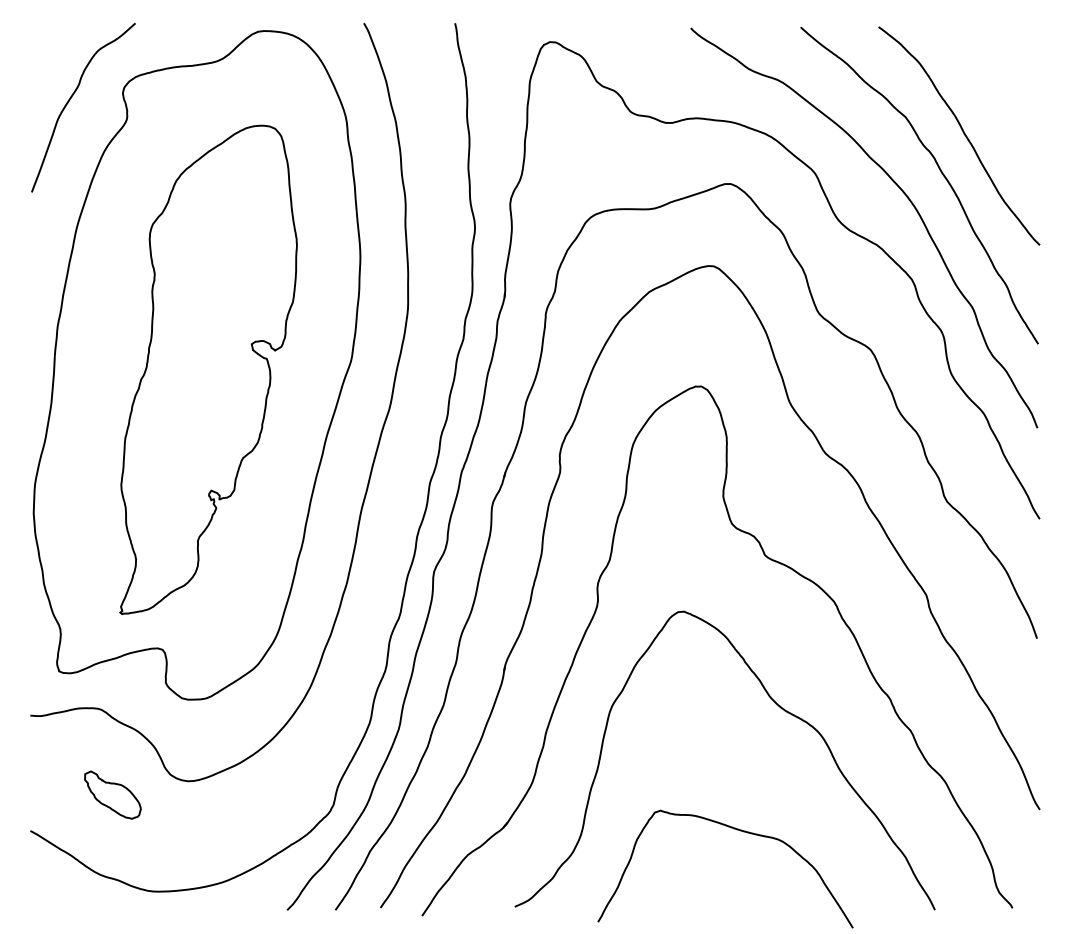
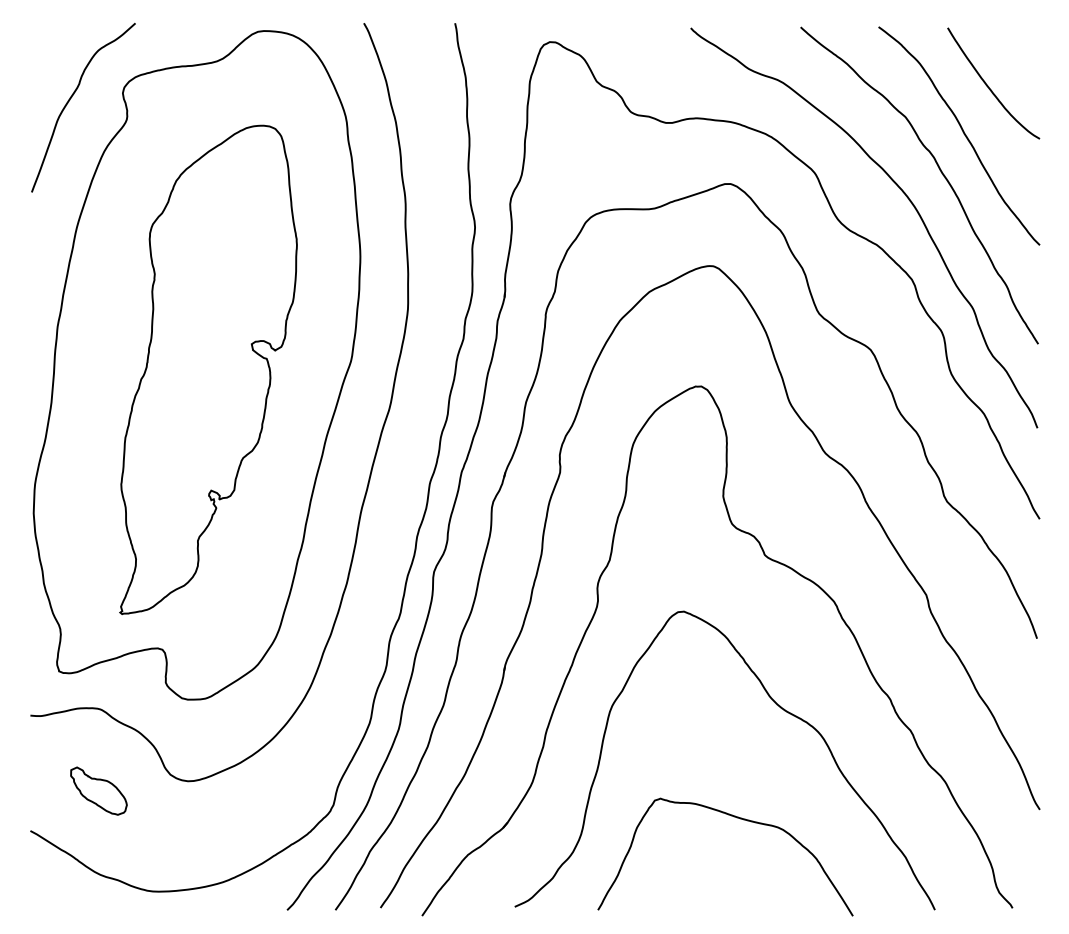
curve at (988, 85): none -> present
part at (112, 794) position: (112, 794) -> (98, 790)
curve at (737, 830) position: (737, 830) -> (737, 818)
